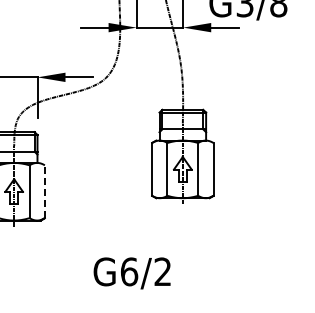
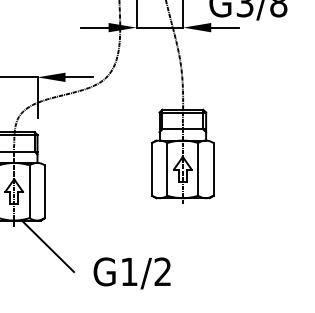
line at (44, 191): dashed -> solid
line at (47, 246): none -> present
text at (129, 271): G6/2 -> G1/2
